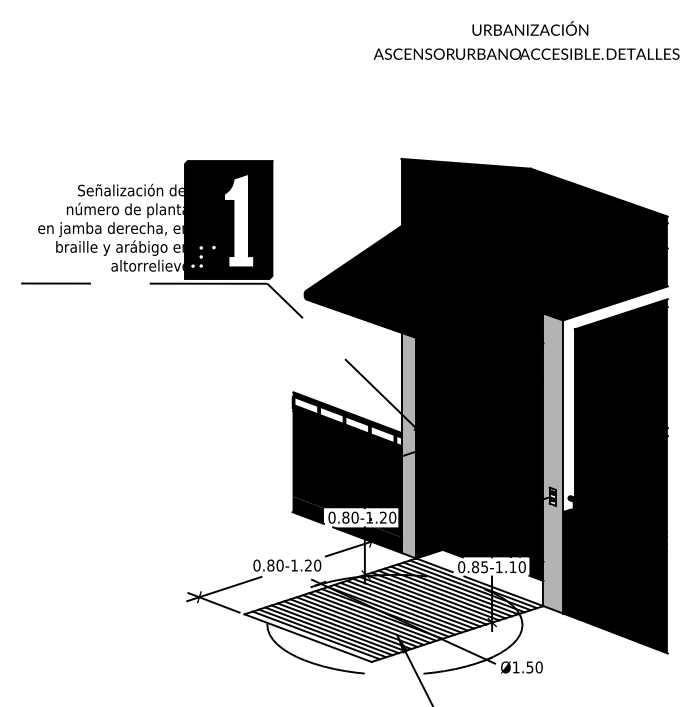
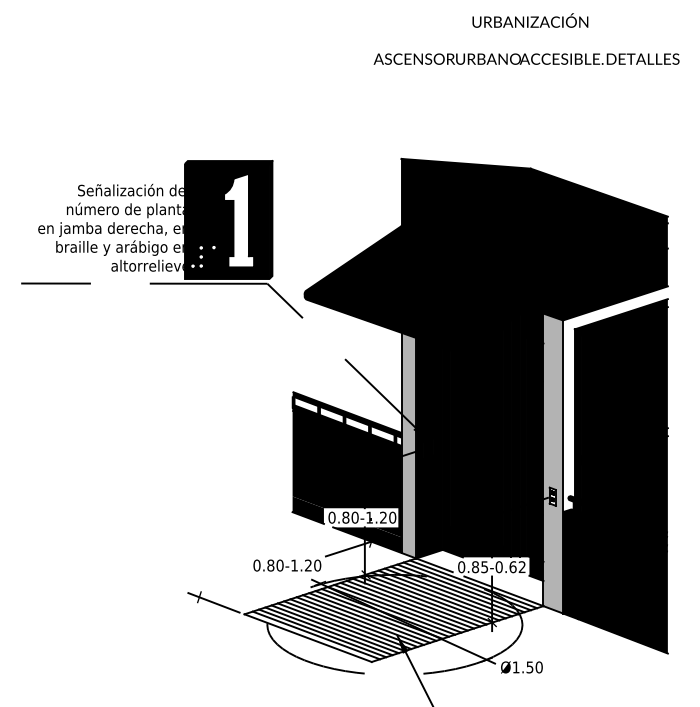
text at (530, 28) position: (530, 28) -> (530, 20)
text at (526, 53) position: (526, 53) -> (526, 58)
text at (510, 567): 0.85-1.10 -> 0.85-0.62
line at (224, 589): present -> none
